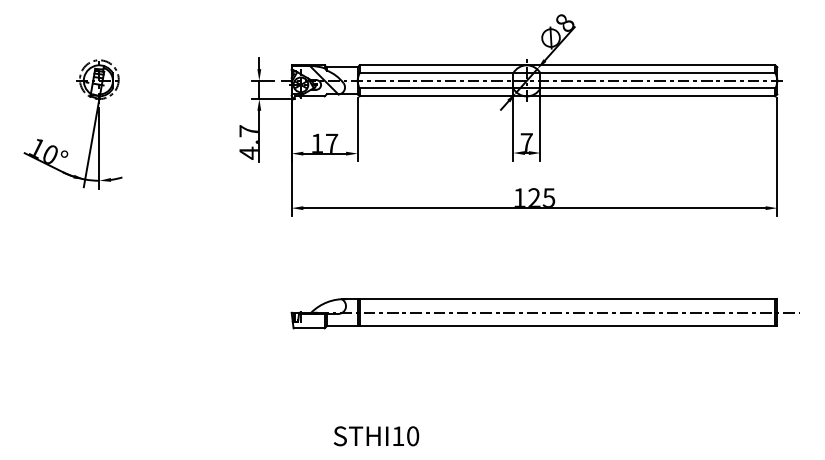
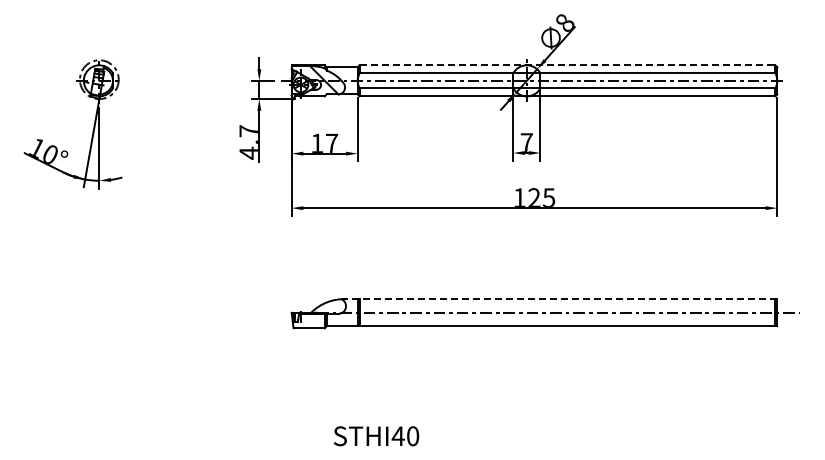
line at (567, 65): solid -> dashed
line at (559, 299): solid -> dashed
text at (397, 435): STHI10 -> STHI40
